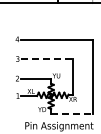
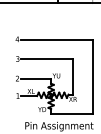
line at (47, 59): dashed -> solid
line at (71, 114): dashed -> solid
